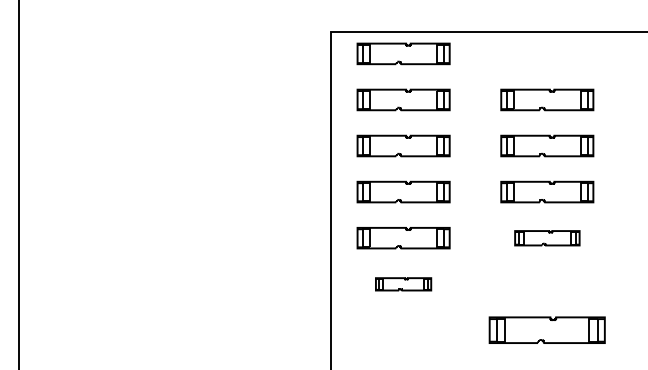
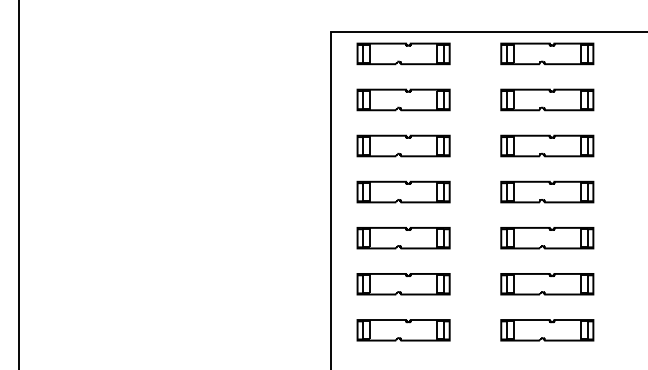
part at (547, 53): none -> present
part at (547, 238) size: 67x17 px -> 95x23 px
part at (403, 284) size: 58x15 px -> 95x23 px
part at (547, 284): none -> present
part at (546, 329) size: 118x28 px -> 95x23 px
part at (403, 330): none -> present
